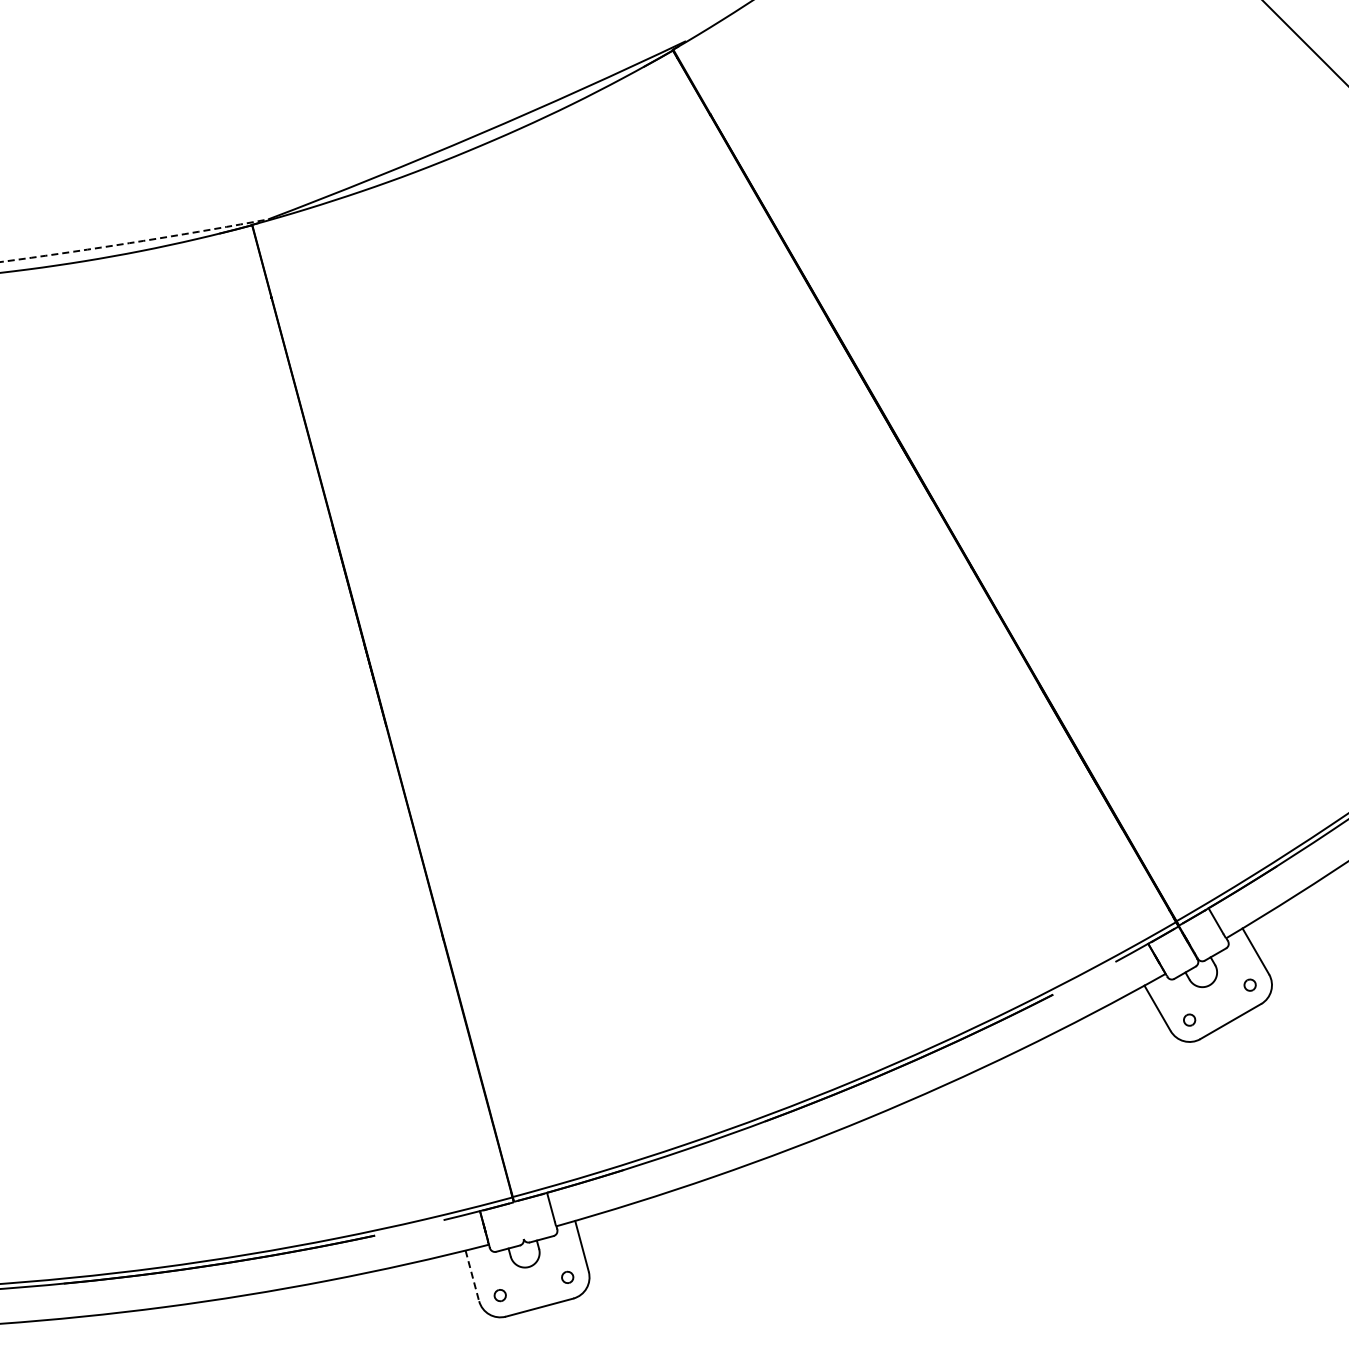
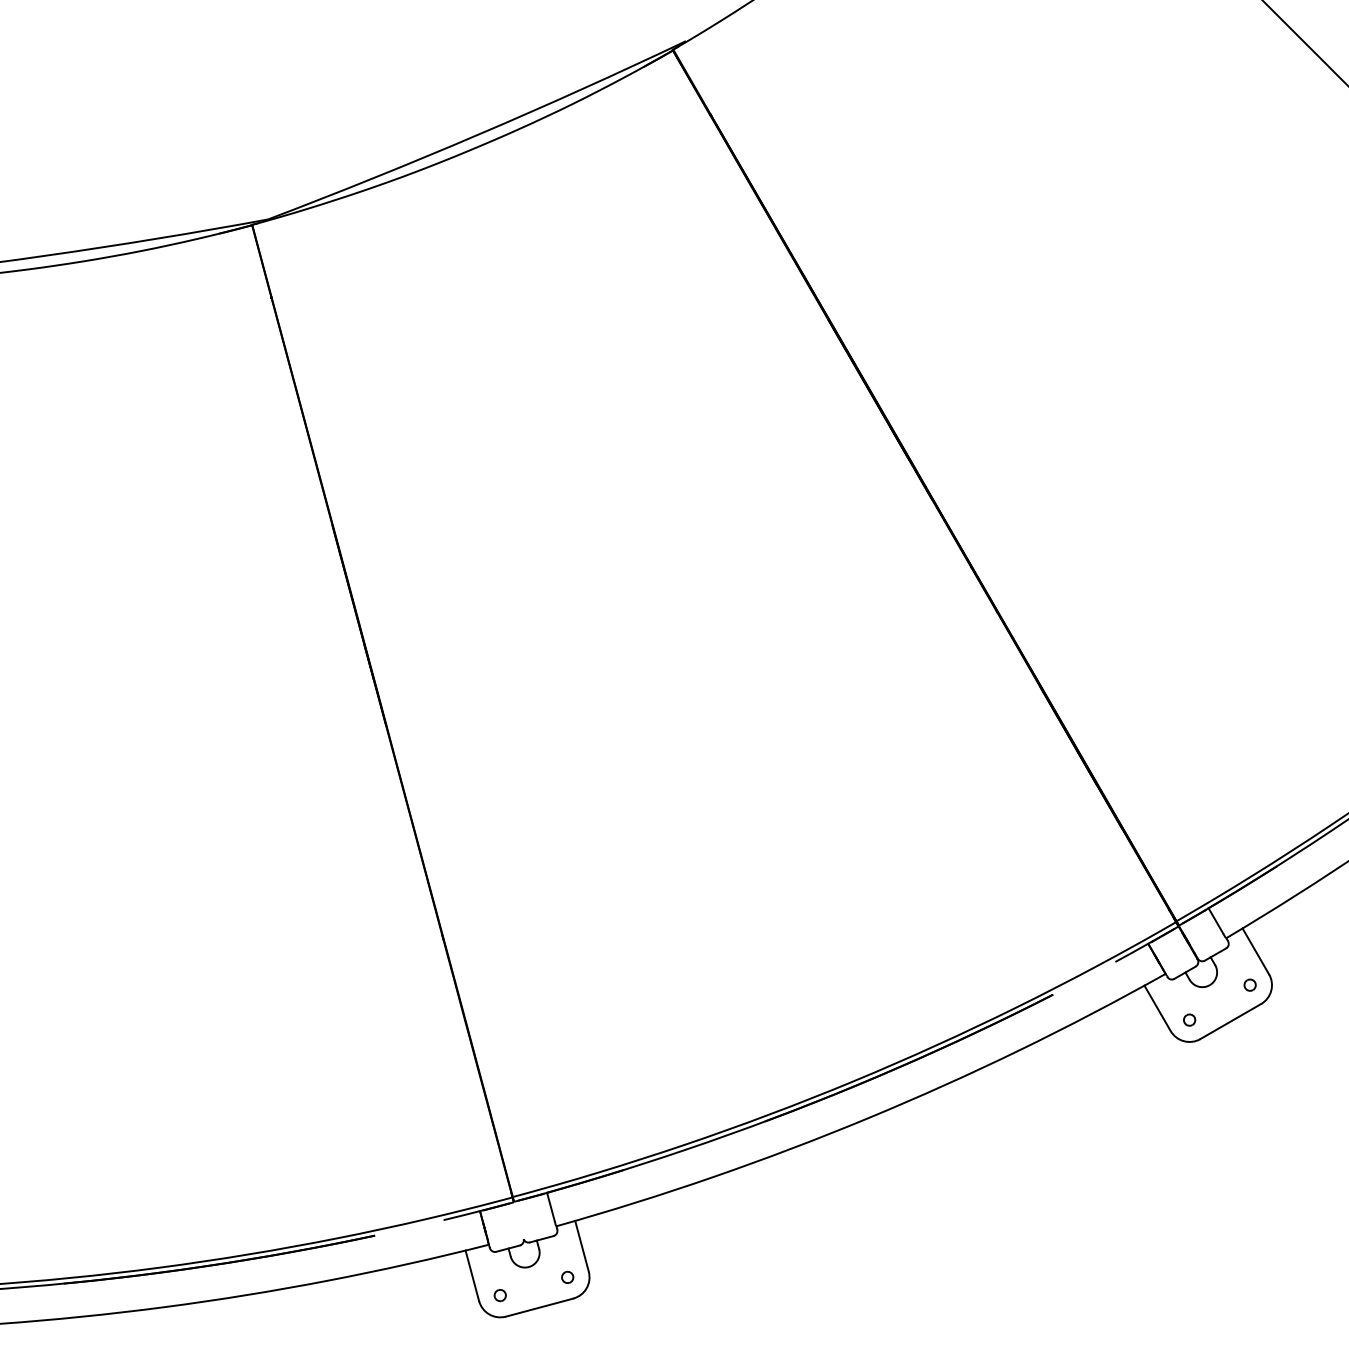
arc at (134, 242): dashed -> solid
line at (472, 1276): dashed -> solid
